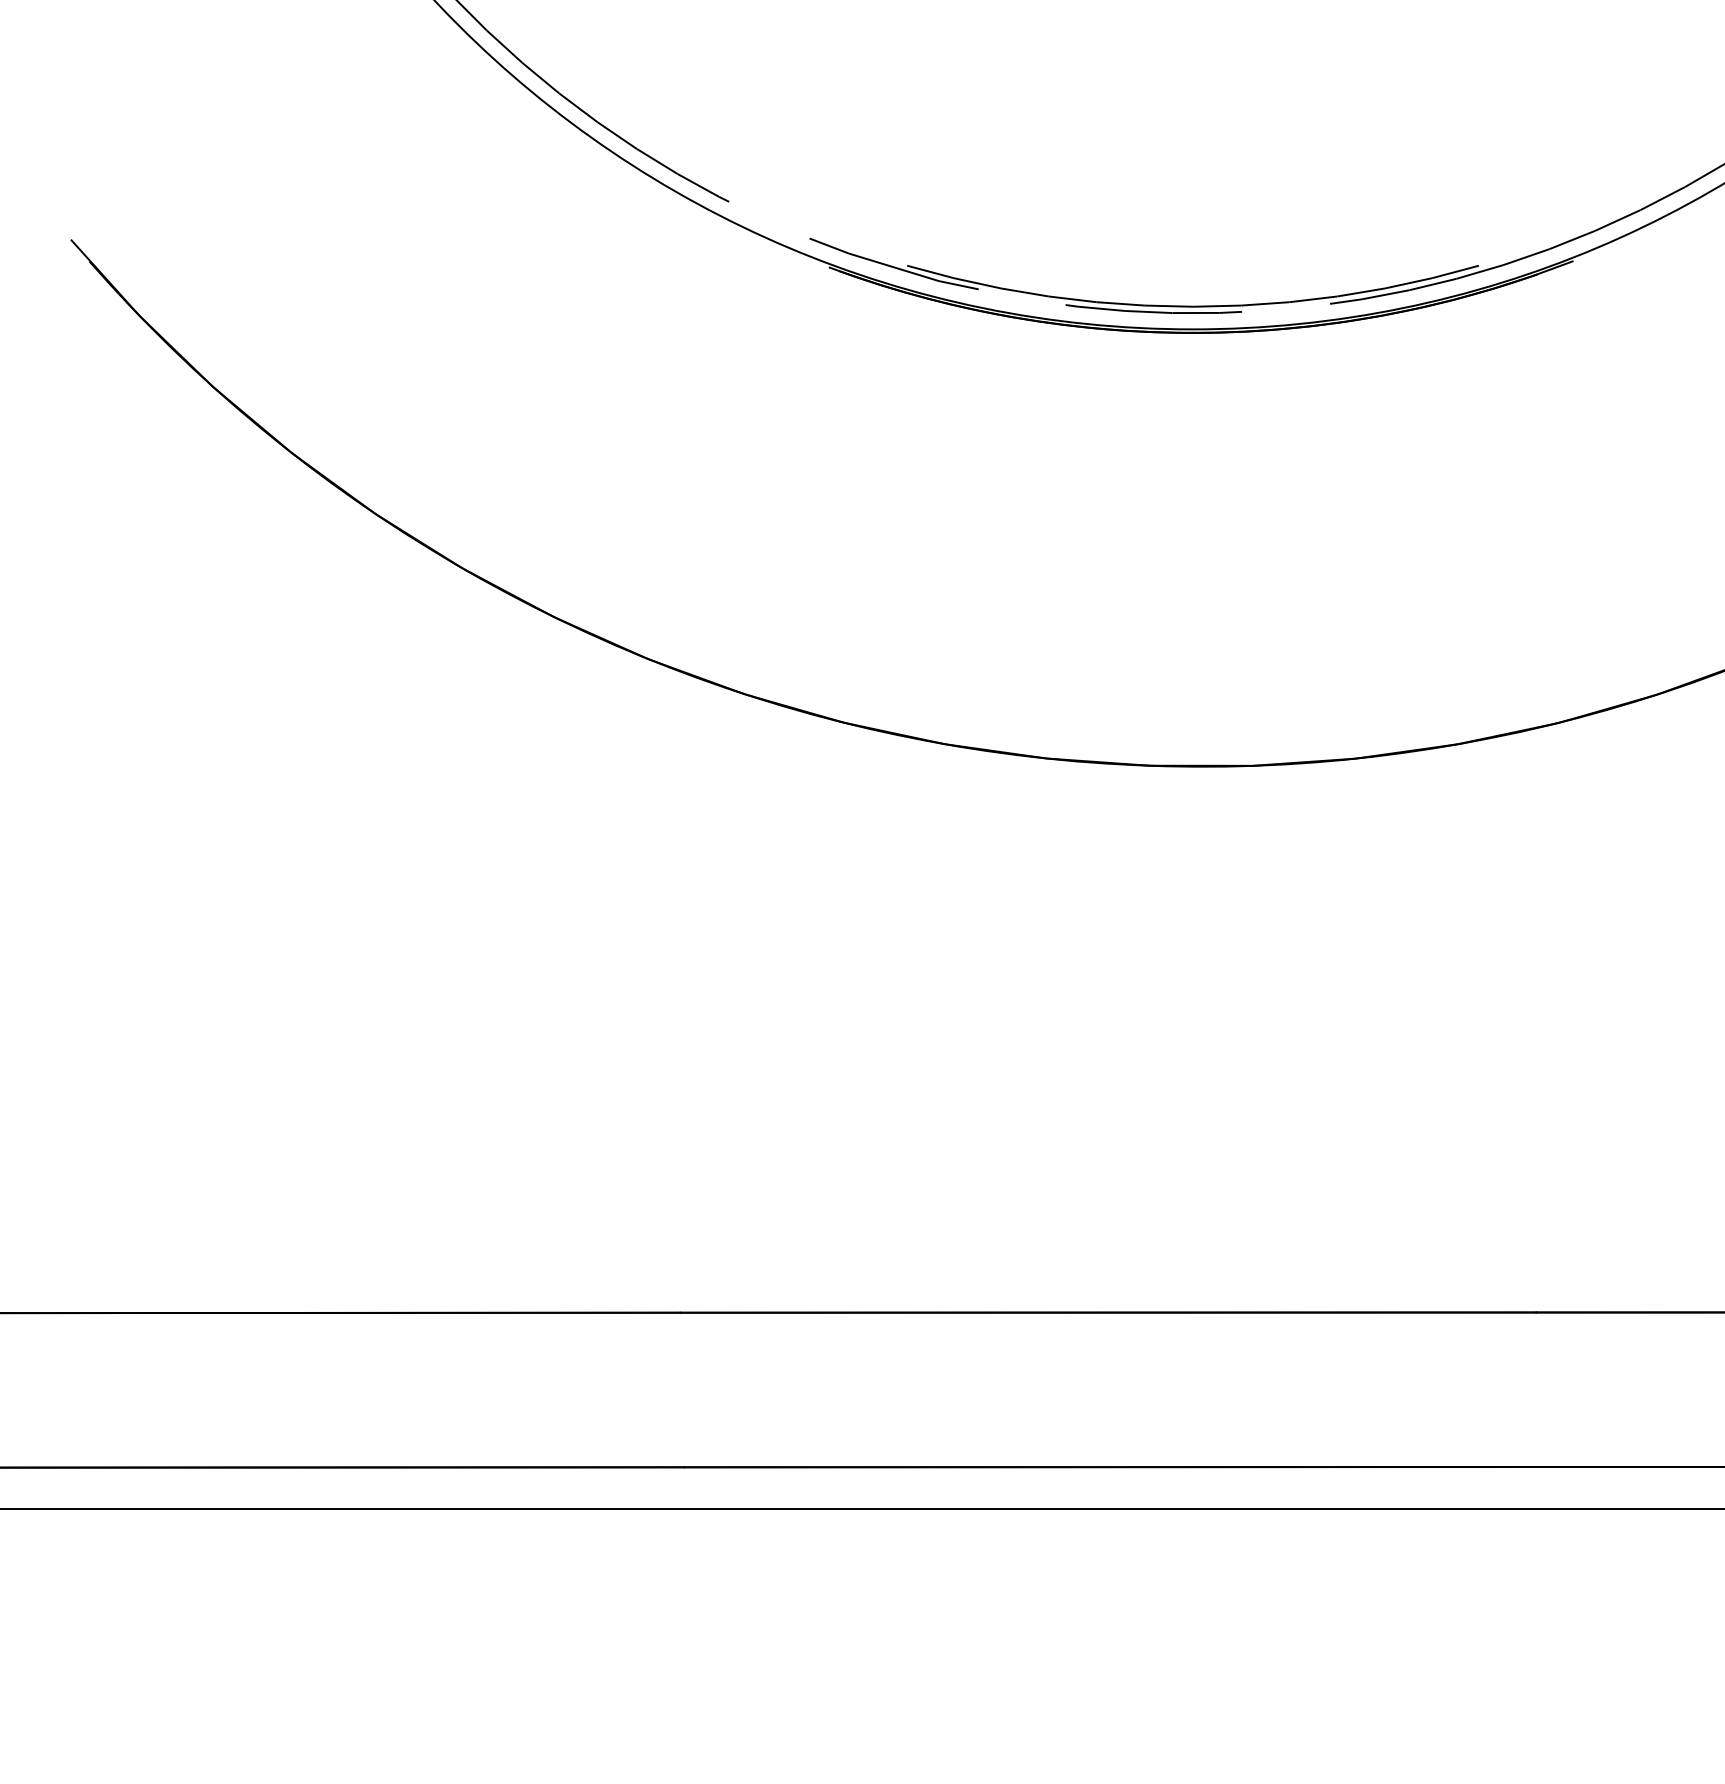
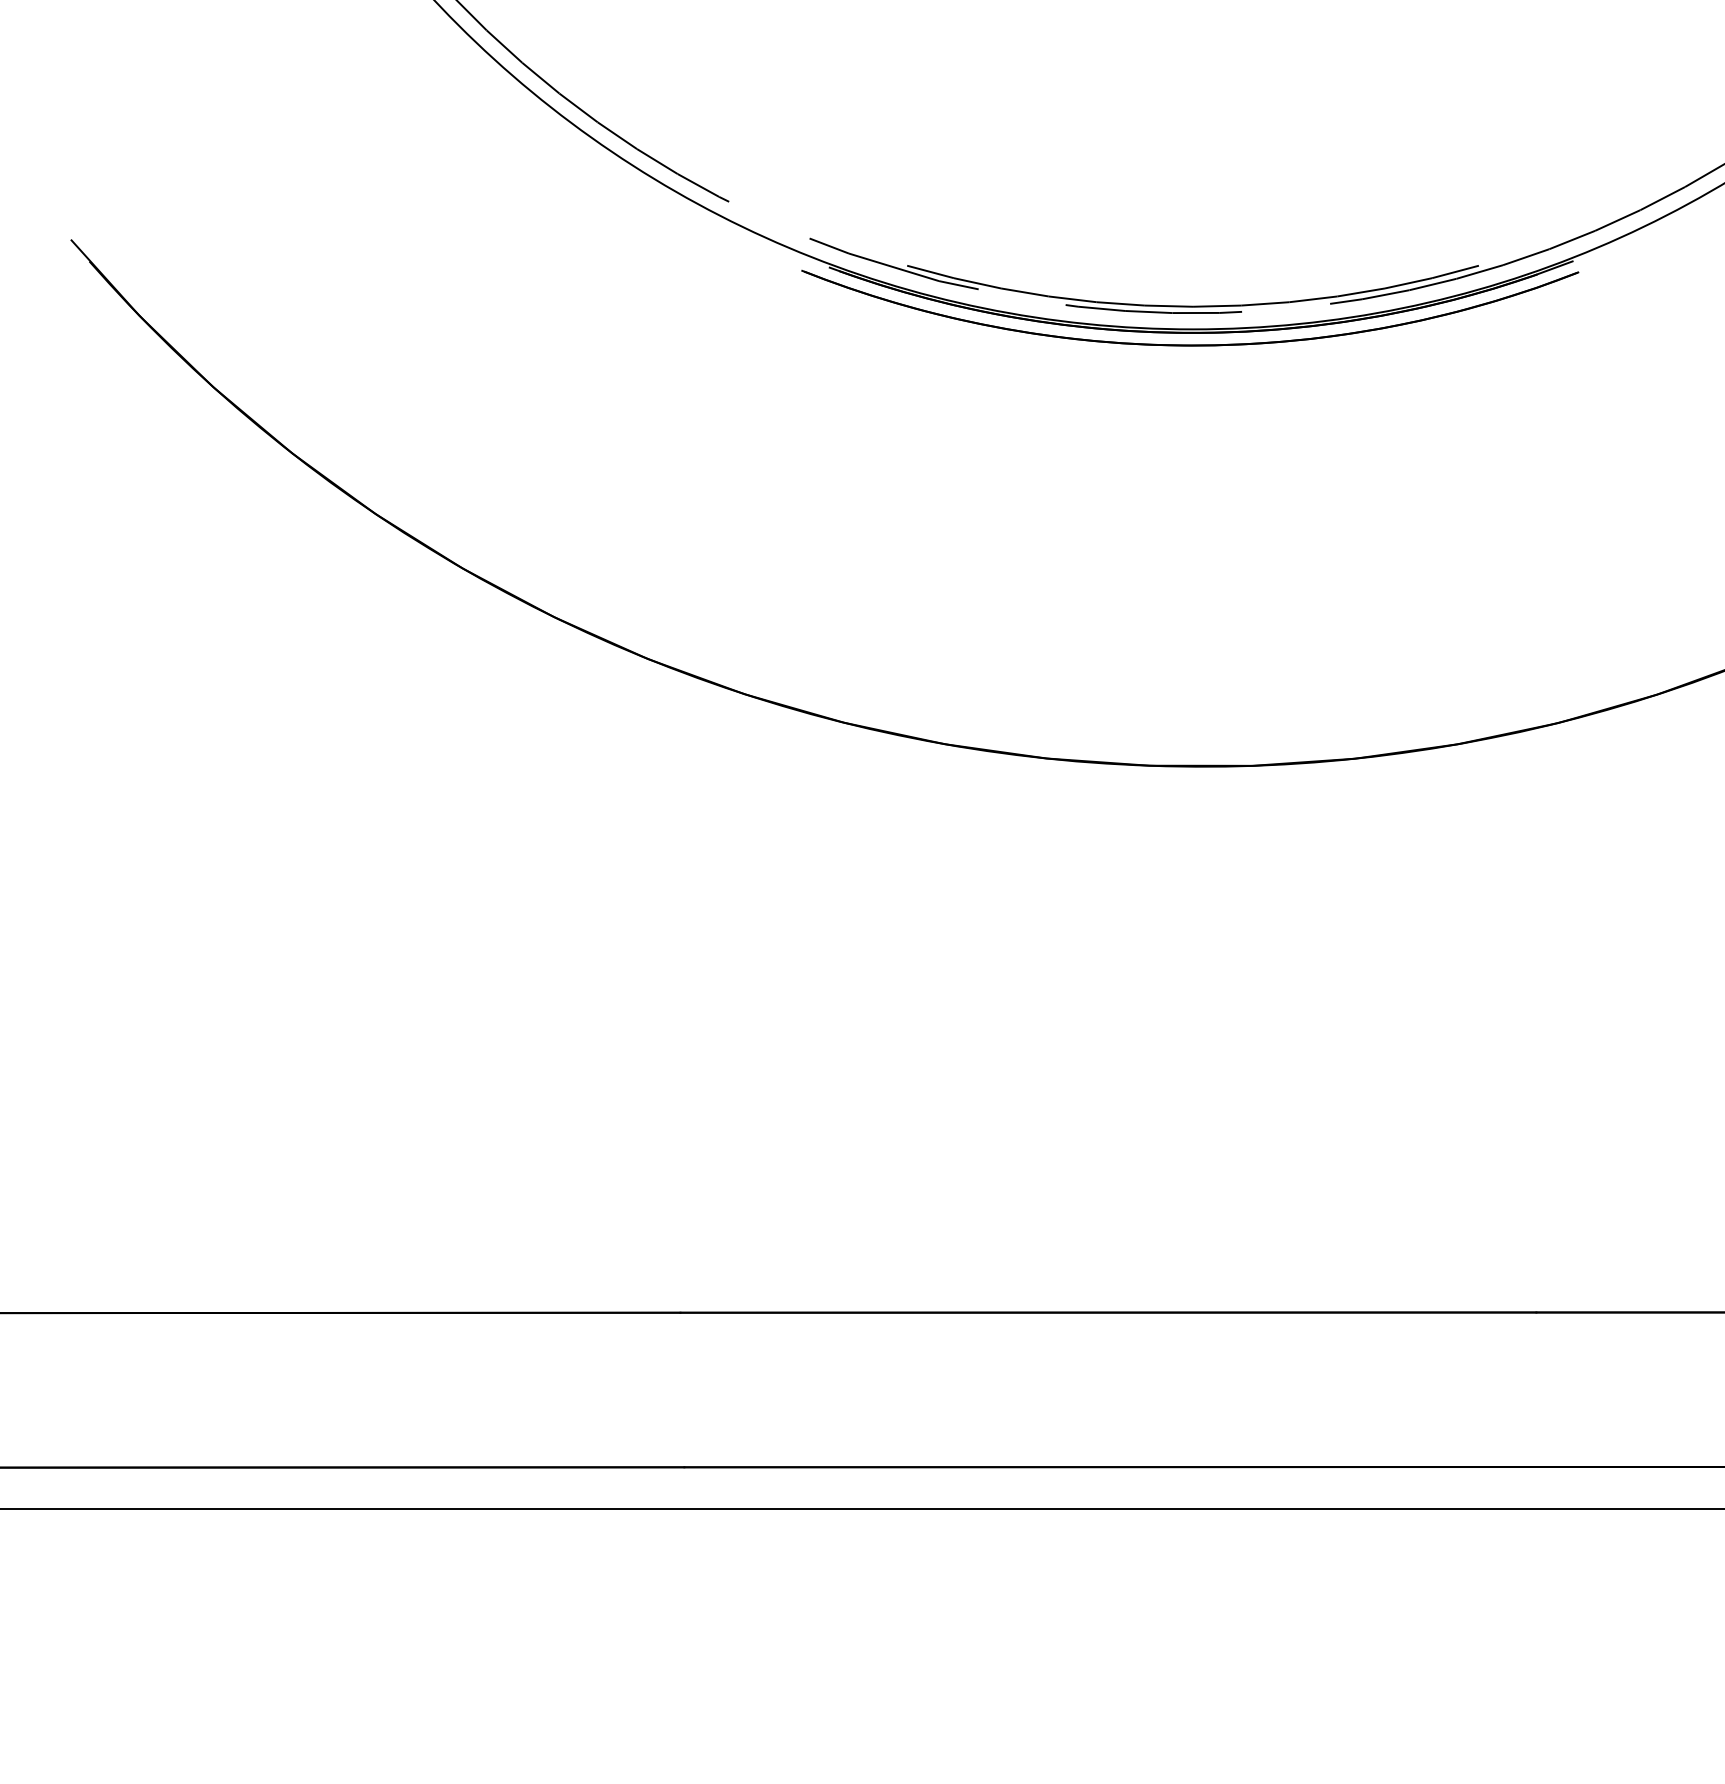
part at (1190, 344): none -> present
